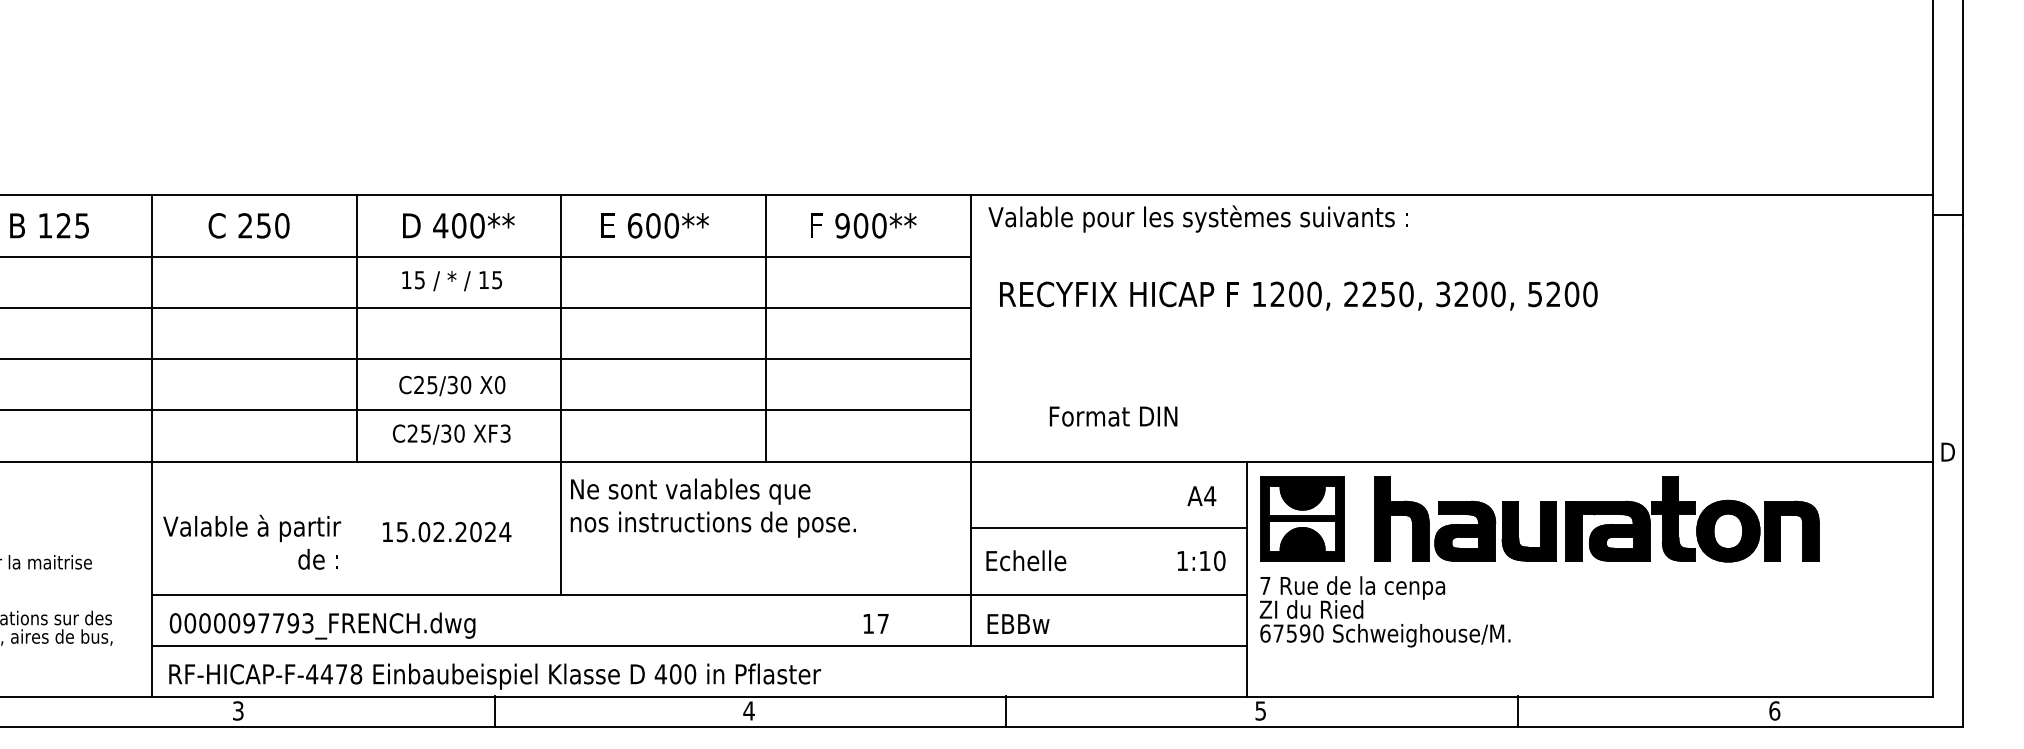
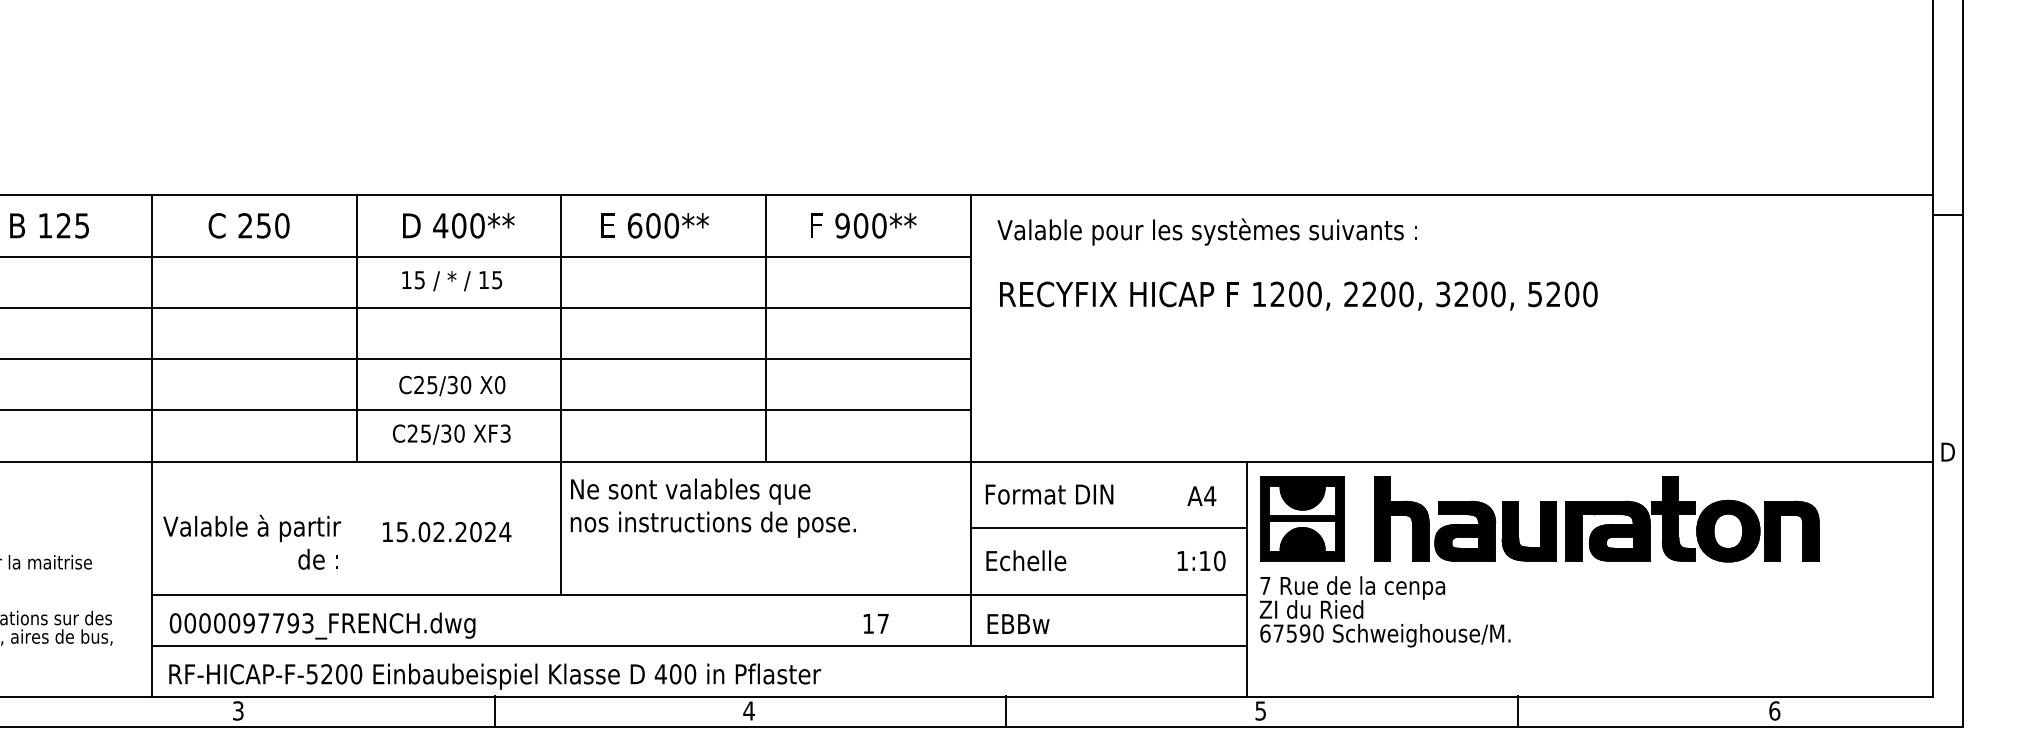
text at (1197, 218) position: (1197, 218) -> (1206, 231)
text at (1387, 294): 2250, -> 2200,
text at (1113, 416) position: (1113, 416) -> (1049, 494)
text at (334, 674): RF-HICAP-F-4478 -> RF-HICAP-F-5200
